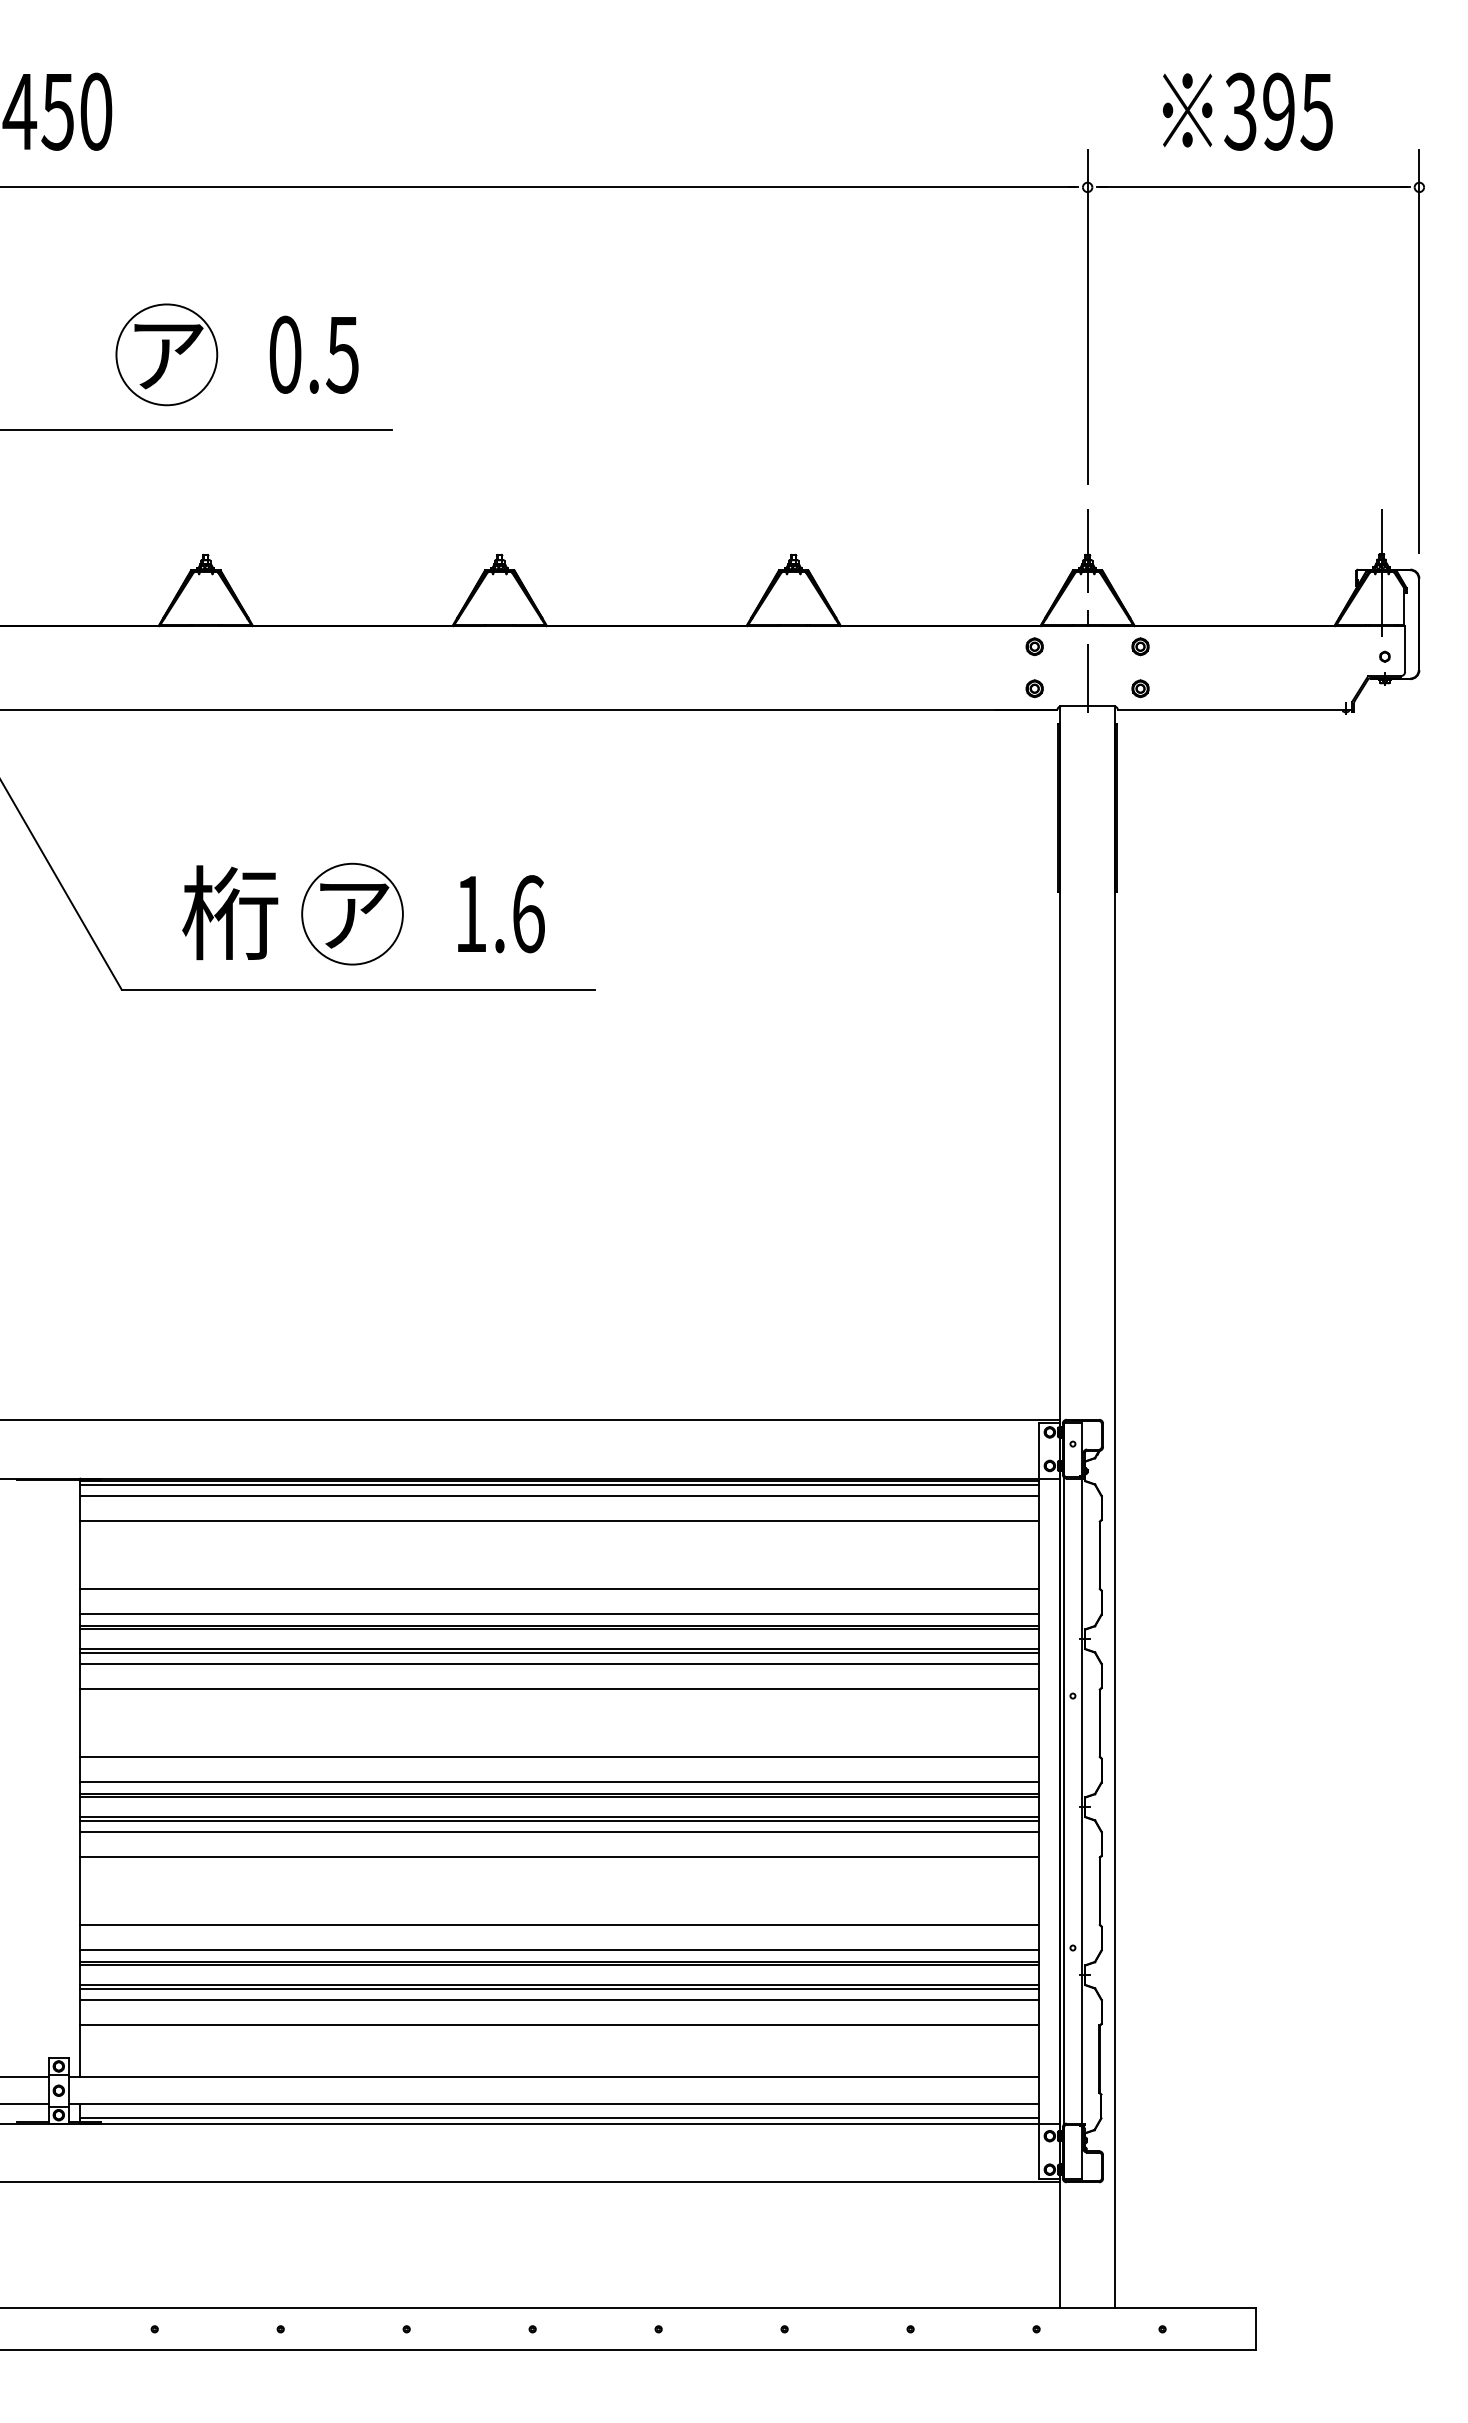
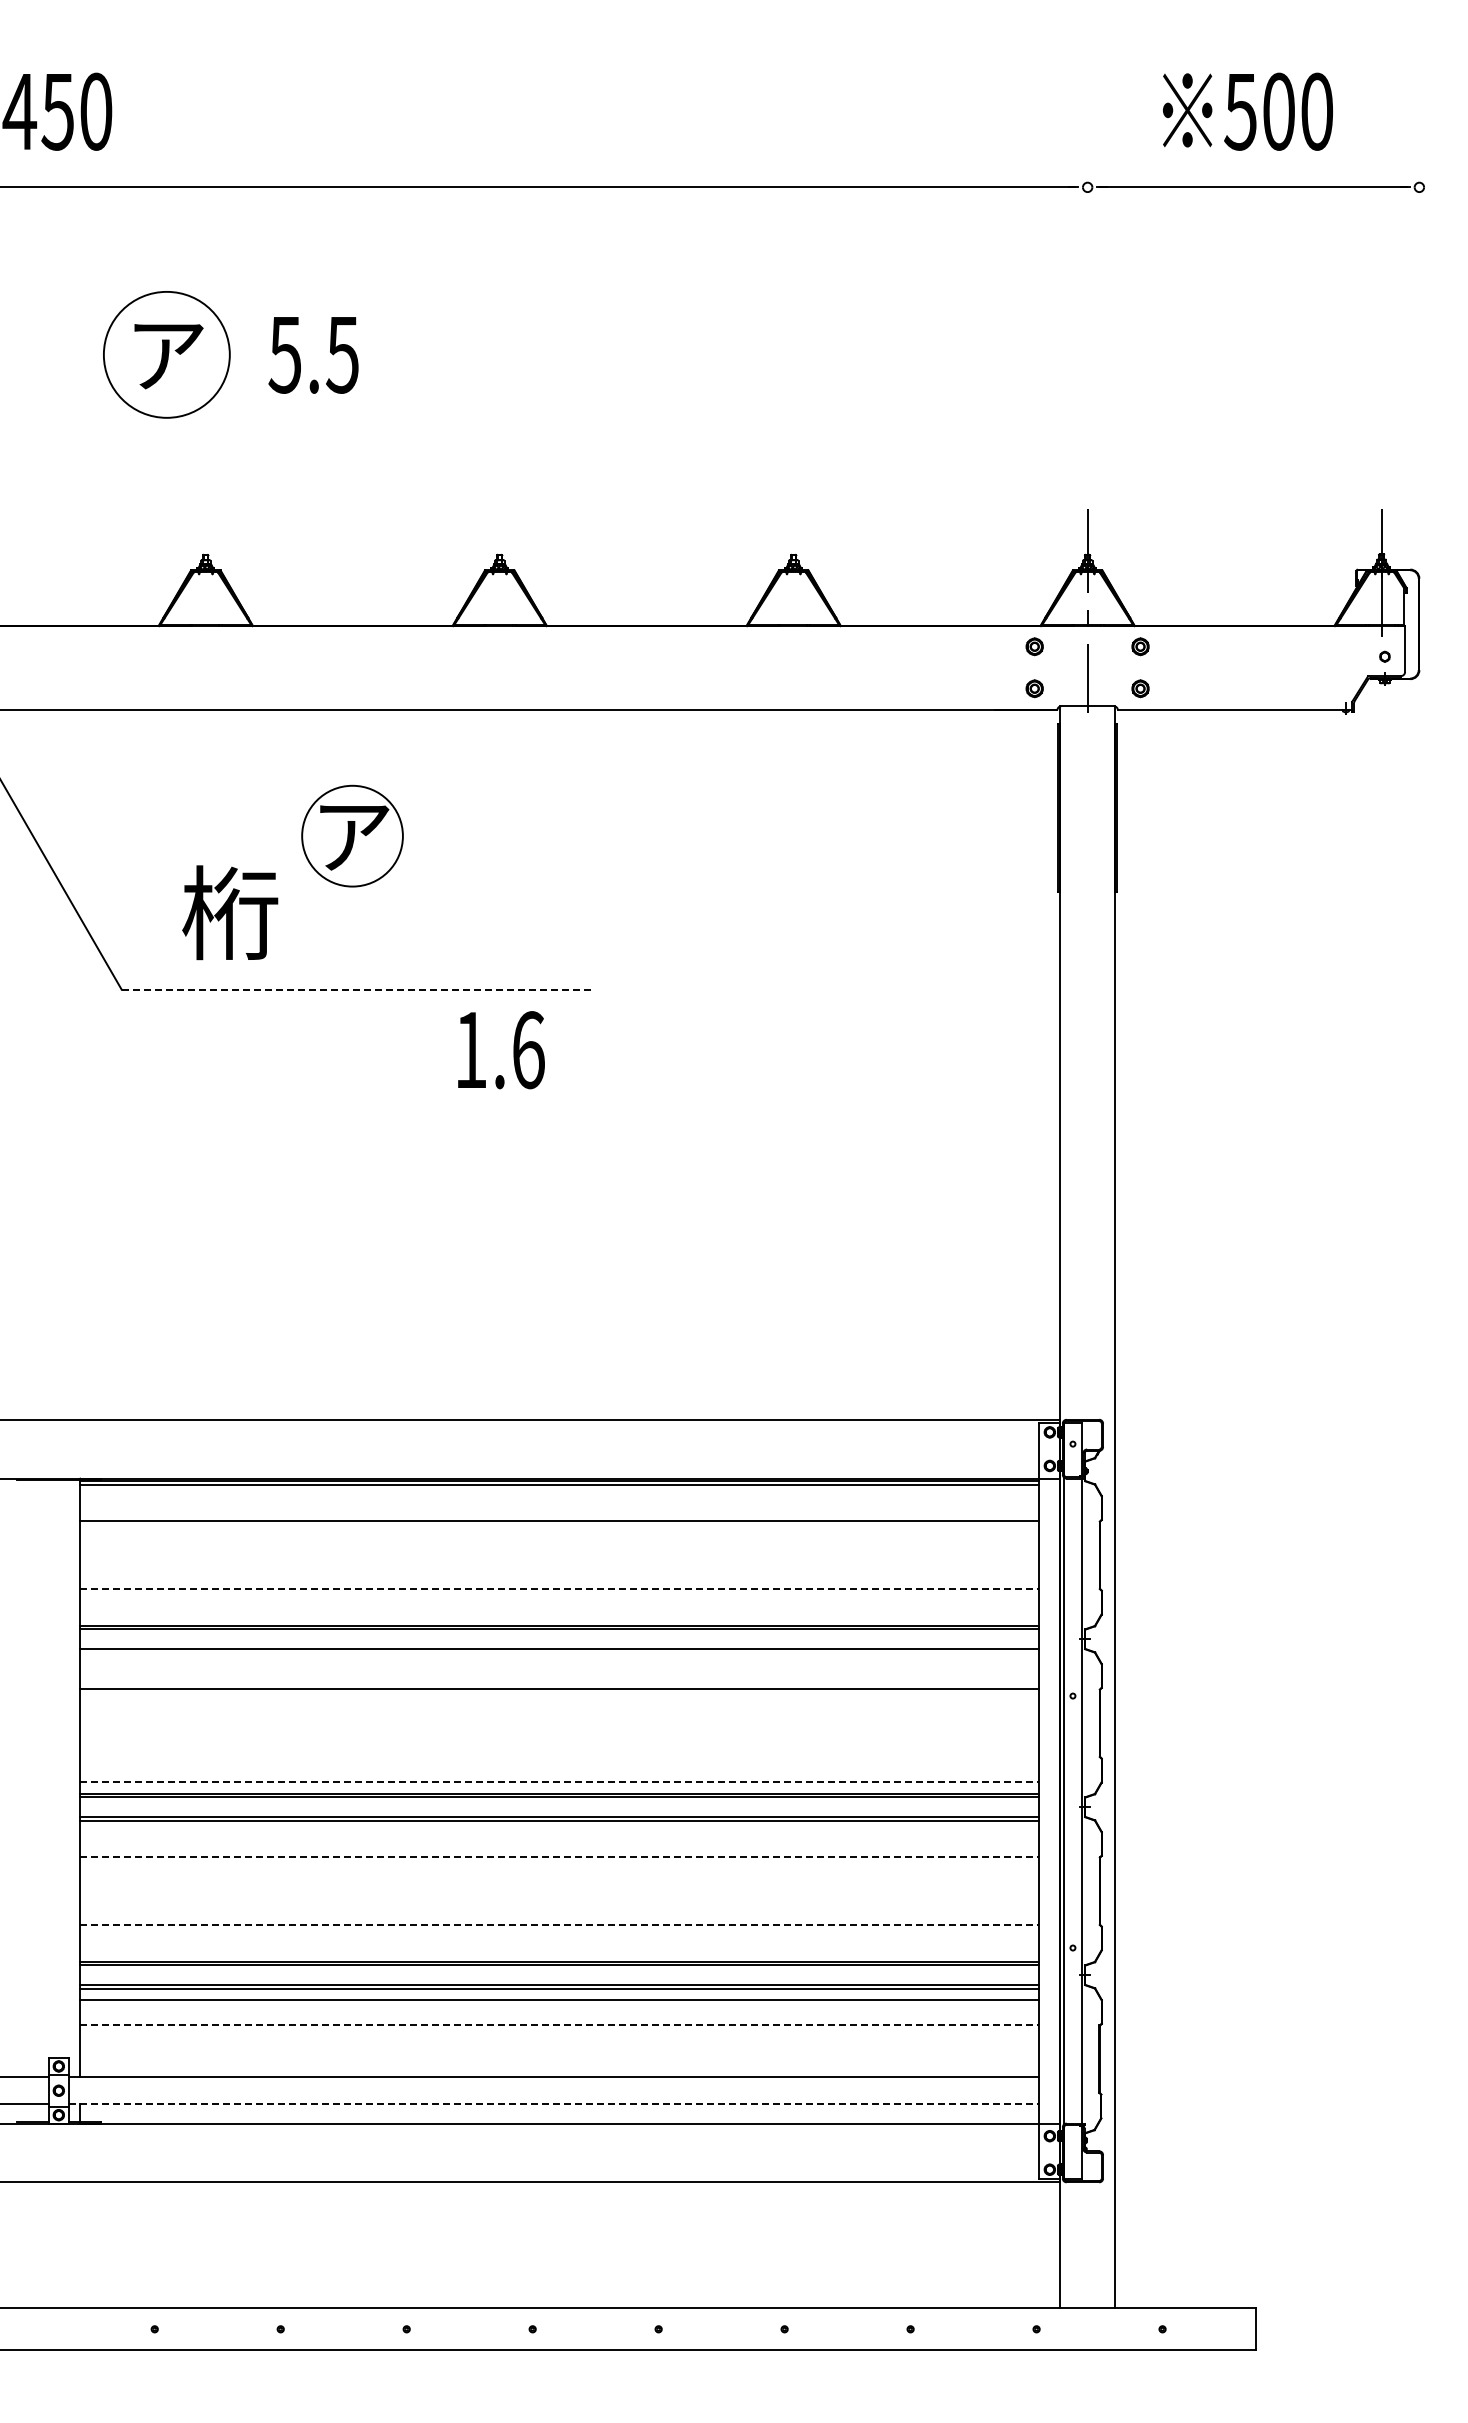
text at (1278, 111): 395 -> 500
line at (1087, 316): present -> none
line at (1419, 351): present -> none
circle at (166, 354) diameter: 101 px -> 126 px
text at (284, 354): 0.5 -> 5.5
line at (196, 430): present -> none
part at (352, 913) position: (352, 913) -> (352, 835)
text at (501, 914) position: (501, 914) -> (501, 1050)
line at (358, 989): solid -> dashed
line at (559, 1496): present -> none
line at (559, 1589): solid -> dashed
line at (559, 1614): present -> none
line at (559, 1652): present -> none
line at (559, 1664): present -> none
line at (559, 1757): present -> none
line at (559, 1782): solid -> dashed
line at (559, 1832): present -> none
line at (559, 1857): solid -> dashed
line at (559, 1925): solid -> dashed
line at (559, 1950): present -> none
line at (559, 2025): solid -> dashed
line at (554, 2104): solid -> dashed
line at (559, 2118): present -> none
